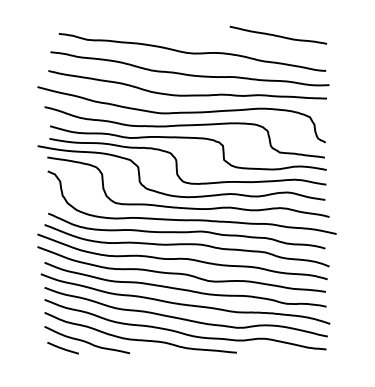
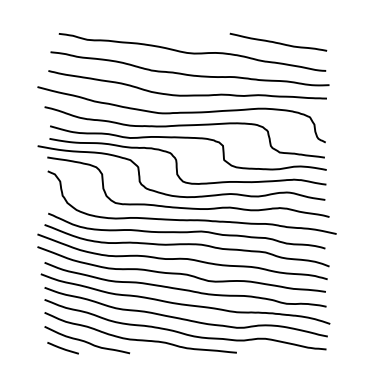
curve at (278, 35) position: (278, 35) -> (278, 42)
